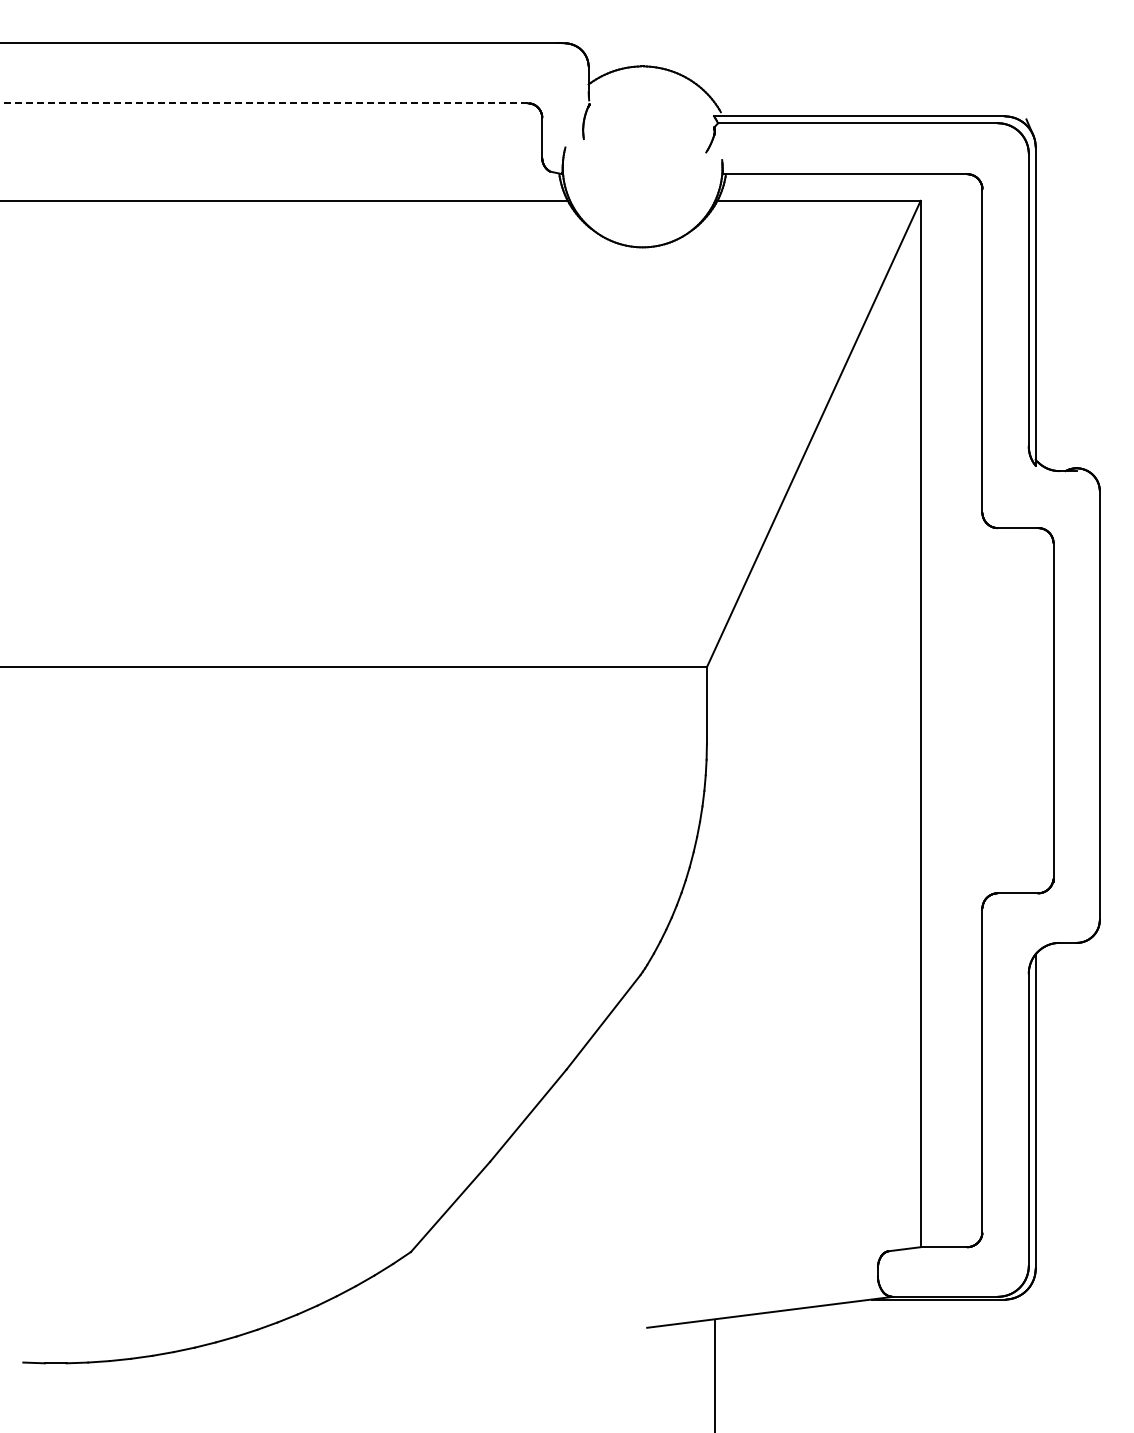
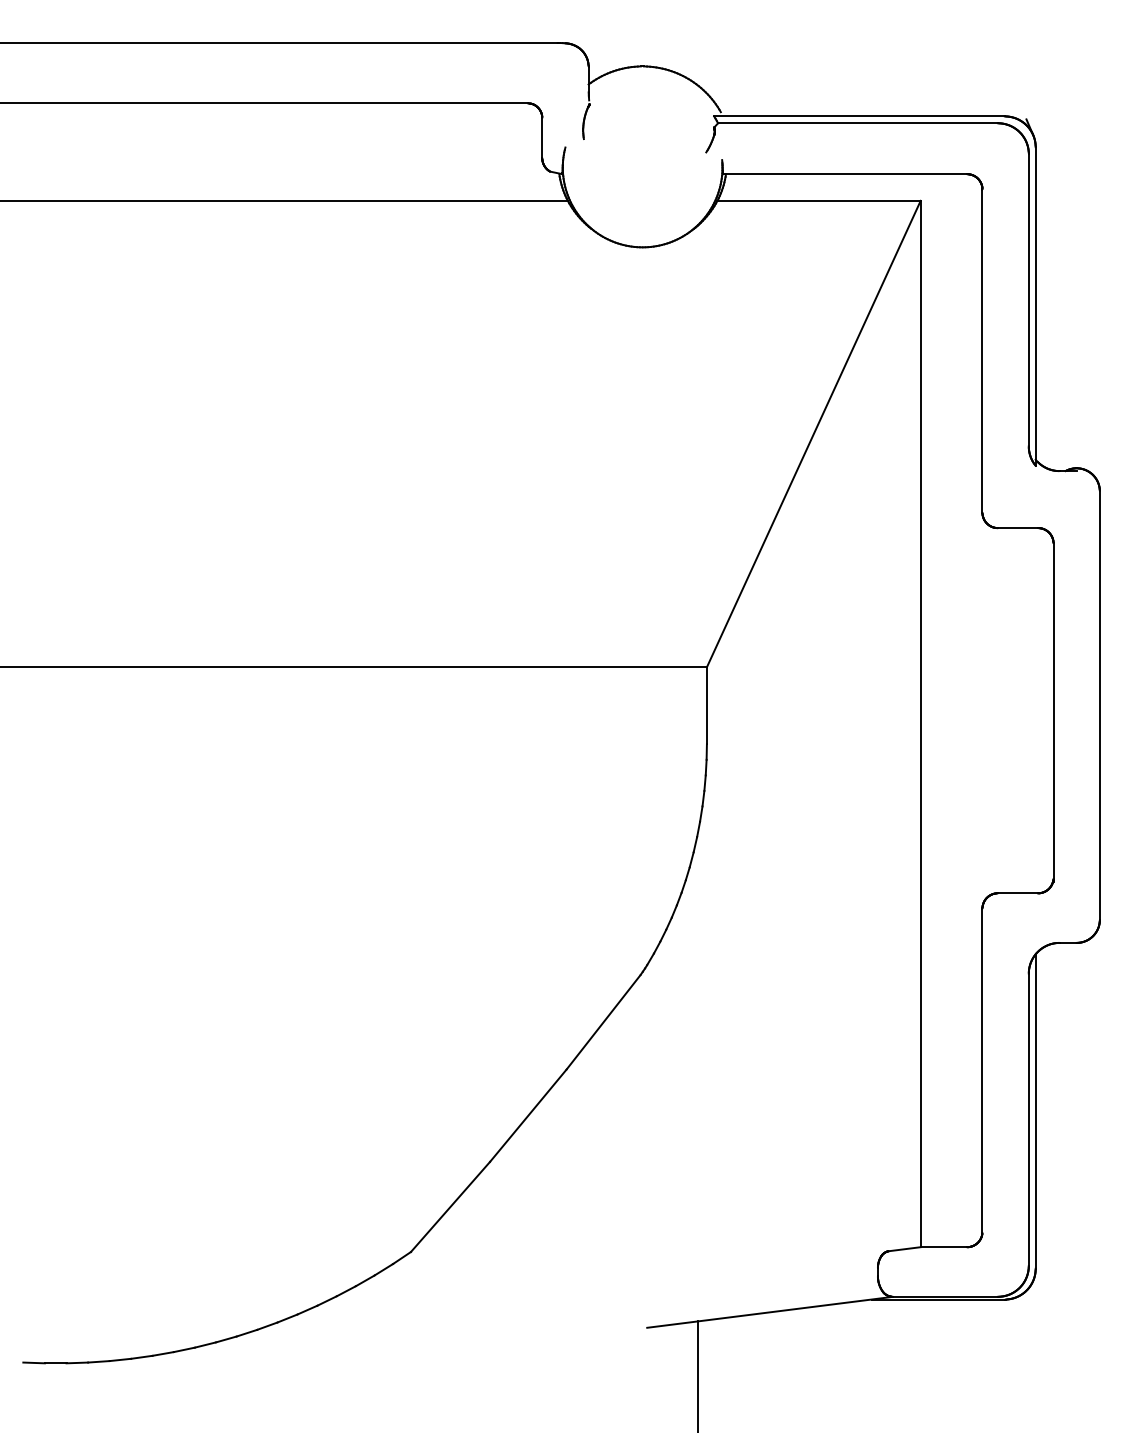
line at (264, 103): dashed -> solid
line at (715, 1375) position: (715, 1375) -> (698, 1375)
